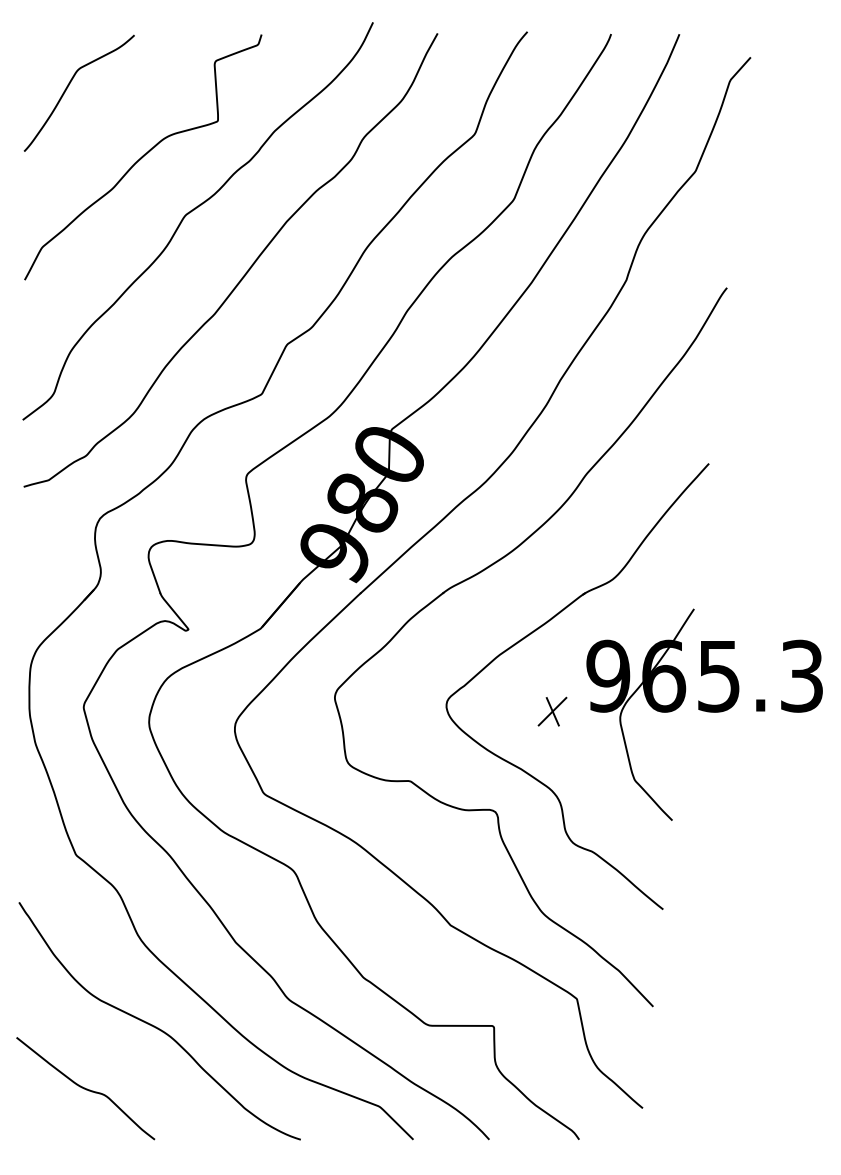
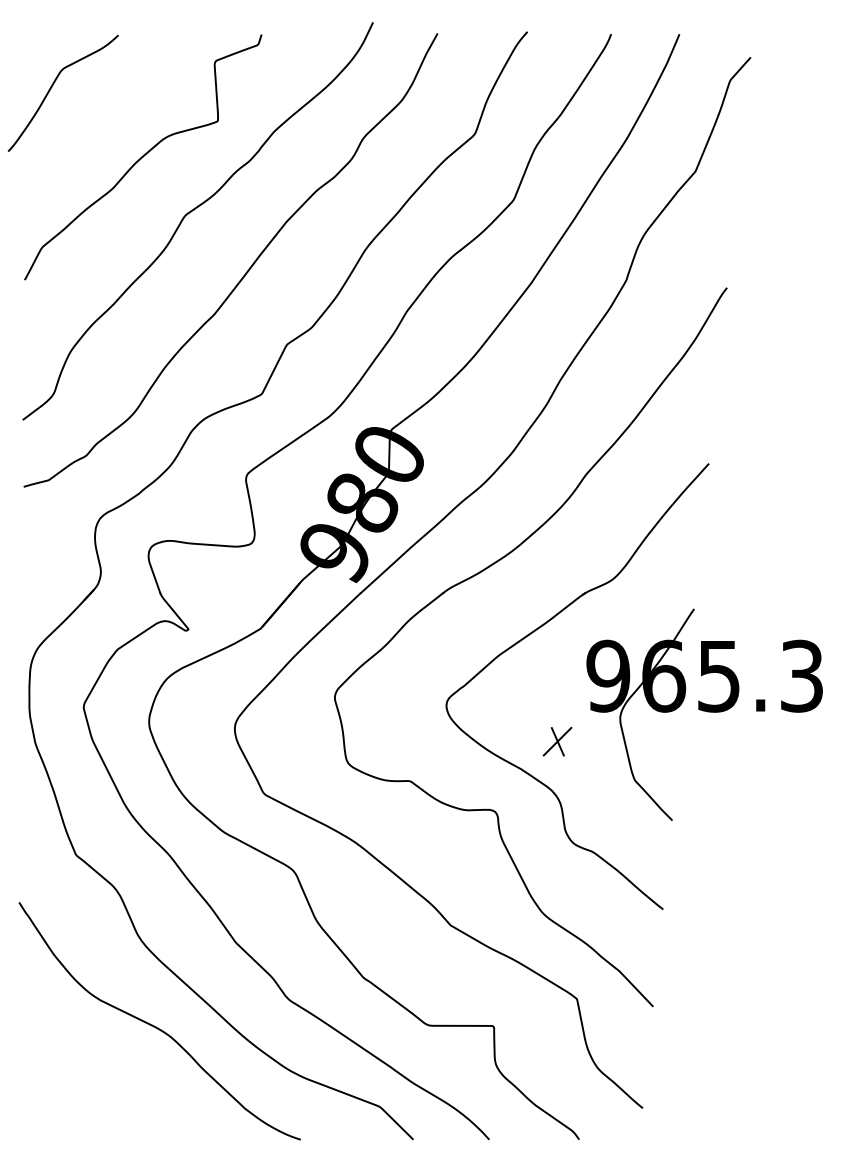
curve at (68, 87) position: (68, 87) -> (52, 87)
part at (552, 711) position: (552, 711) -> (557, 741)
curve at (85, 1088): present -> none
